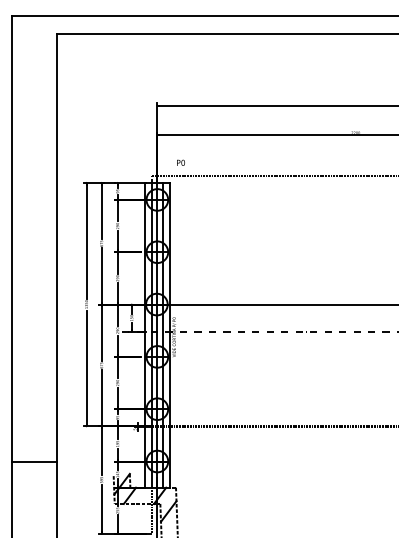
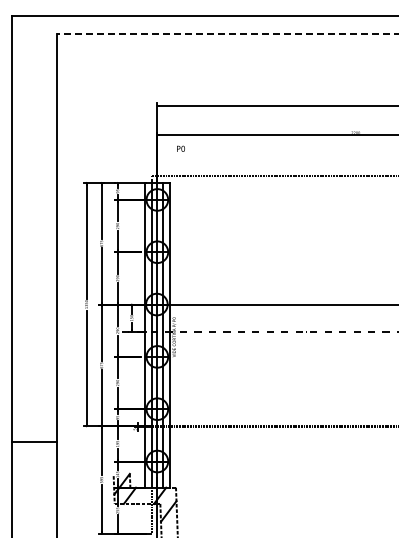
line at (227, 34): solid -> dashed
text at (180, 162) position: (180, 162) -> (180, 148)
line at (34, 461) position: (34, 461) -> (34, 441)
